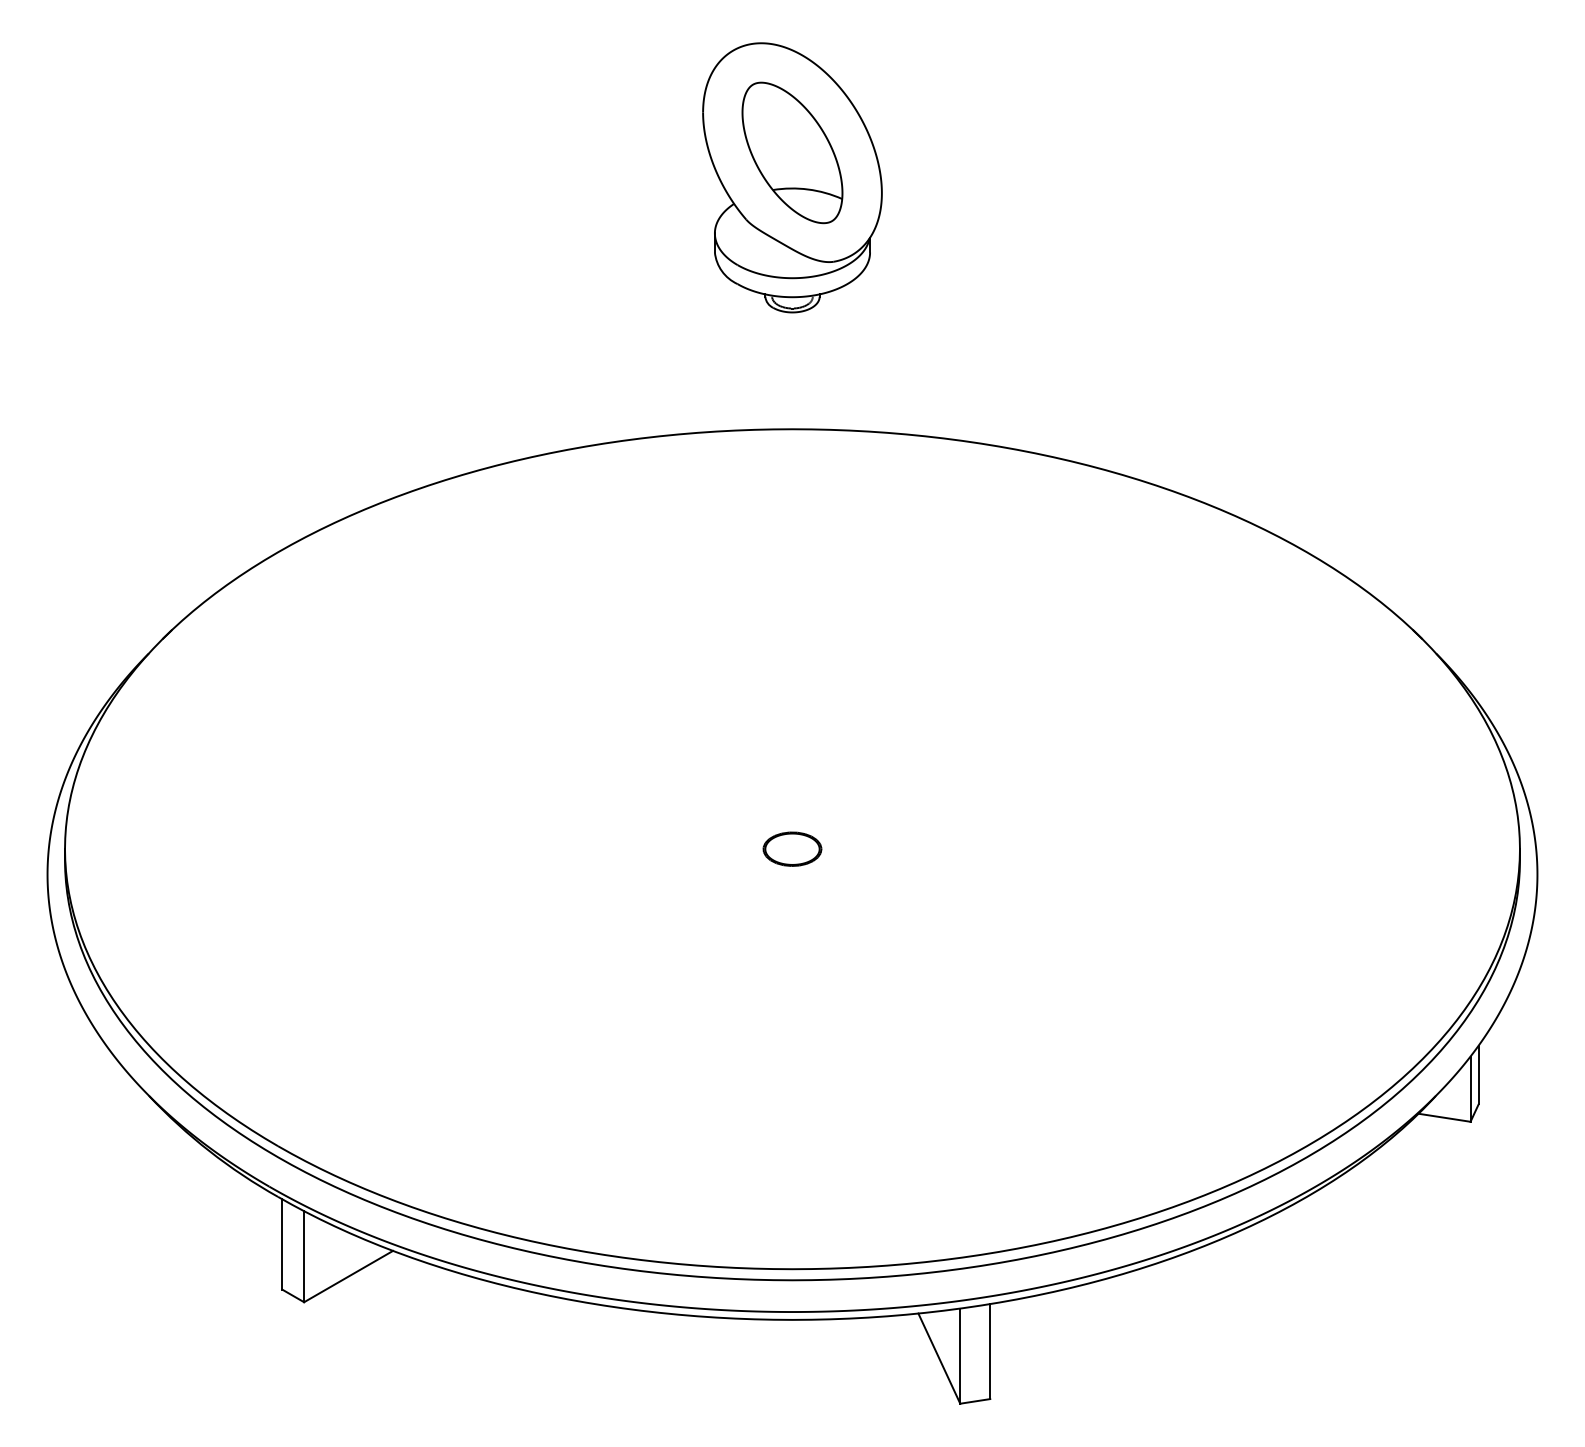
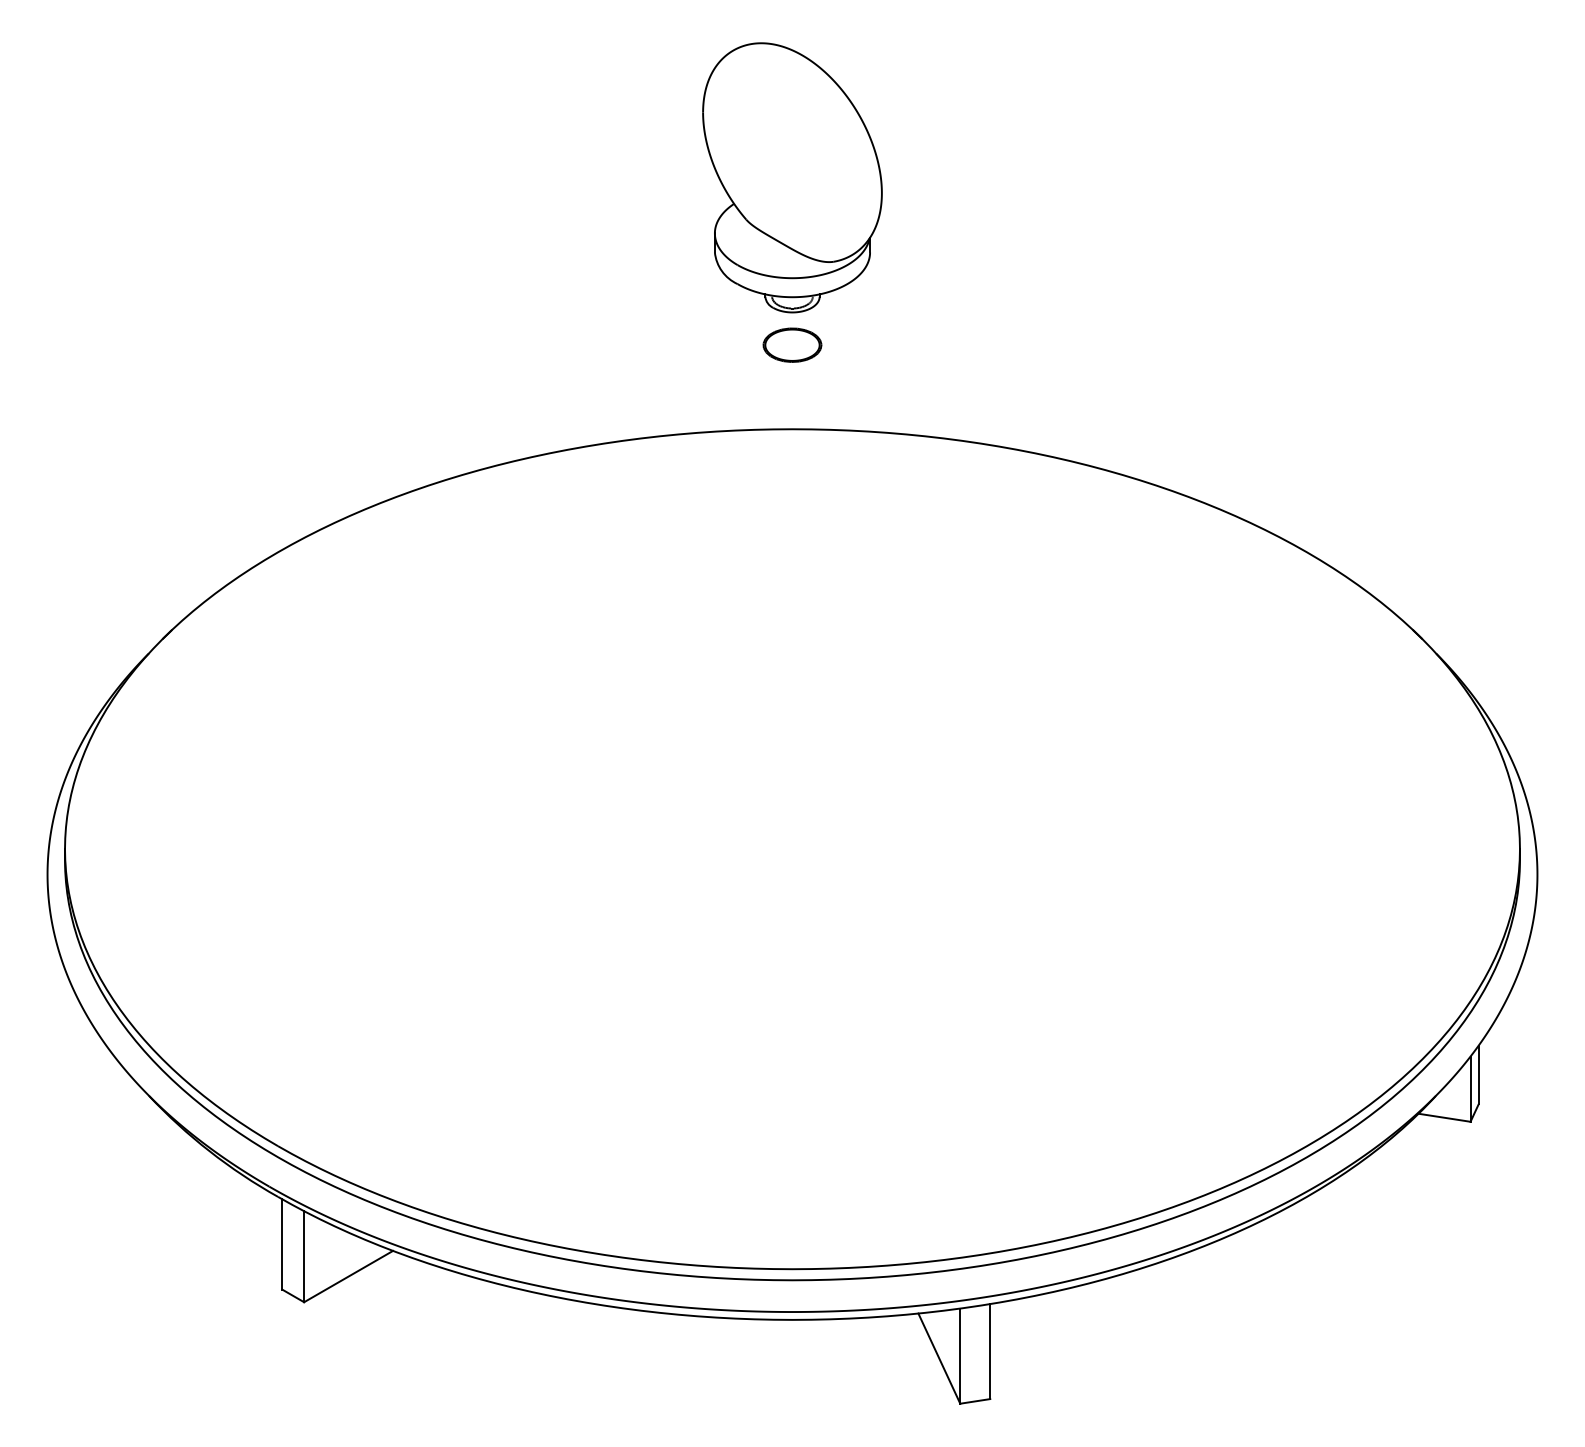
part at (792, 152): present -> none
part at (792, 848) position: (792, 848) -> (792, 344)
